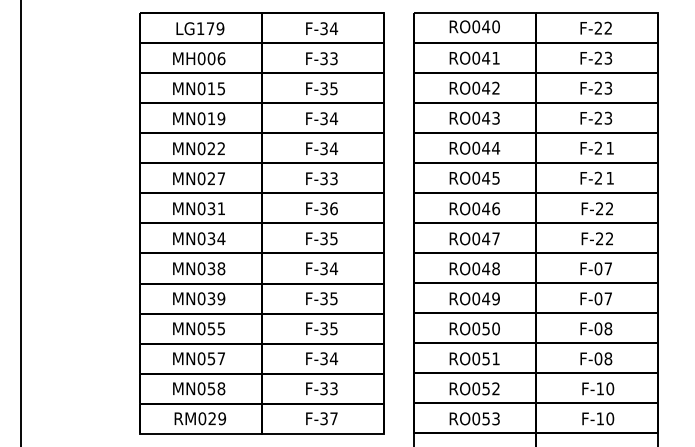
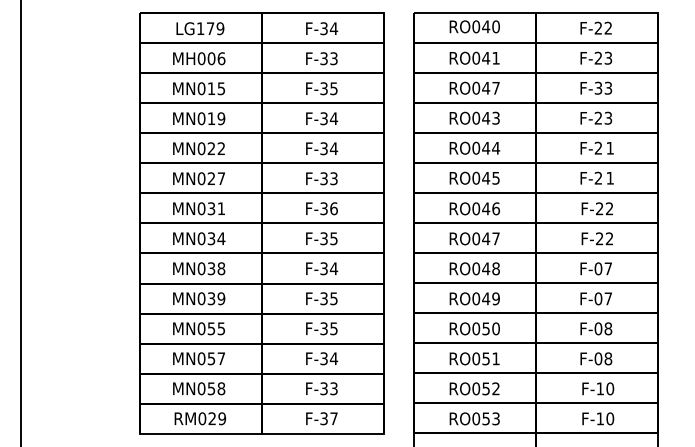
text at (495, 87): RO042 -> RO047
text at (598, 88): F-23 -> F-33
